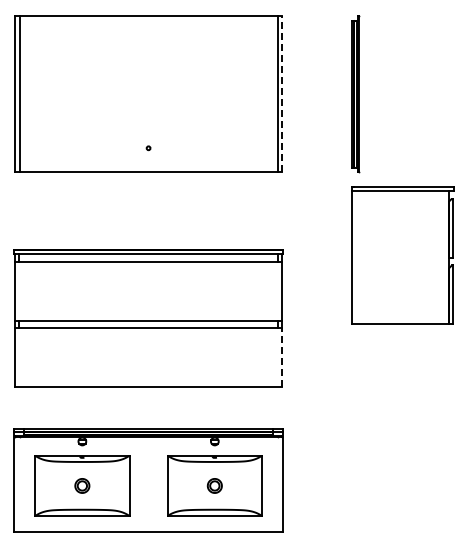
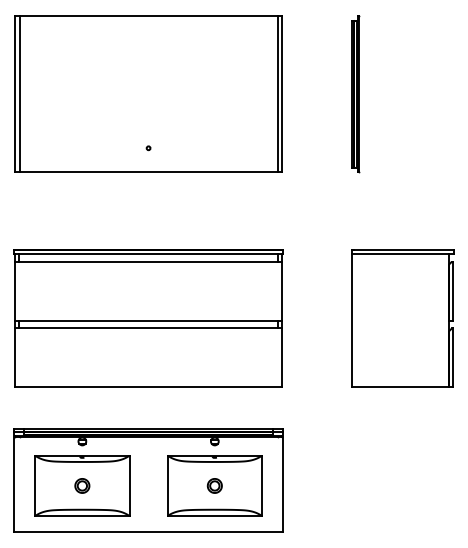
line at (282, 94): dashed -> solid
part at (402, 255) position: (402, 255) -> (402, 318)
line at (282, 357): dashed -> solid
